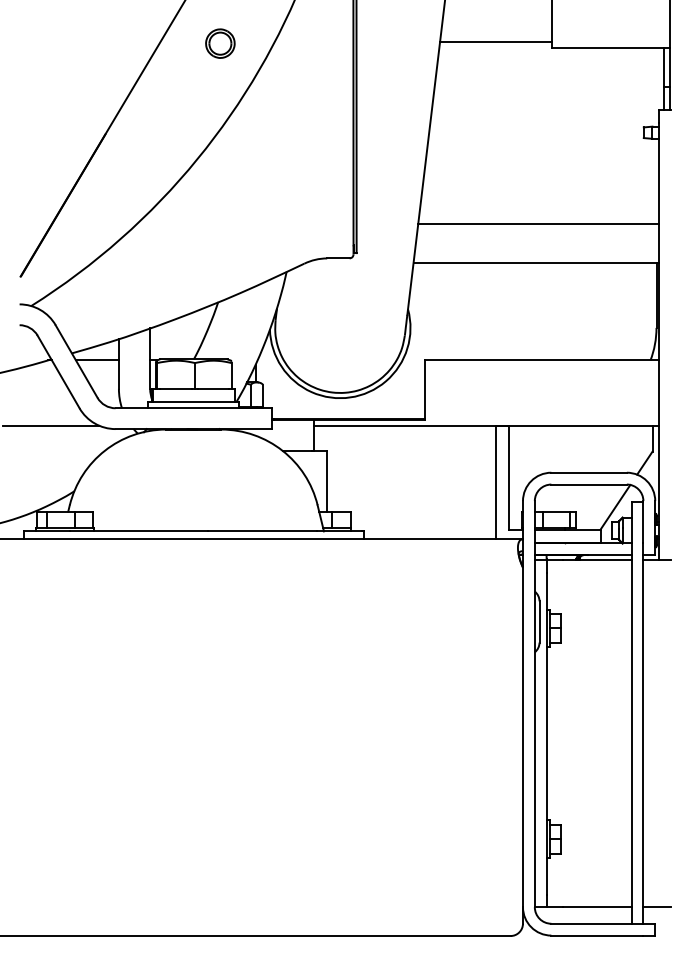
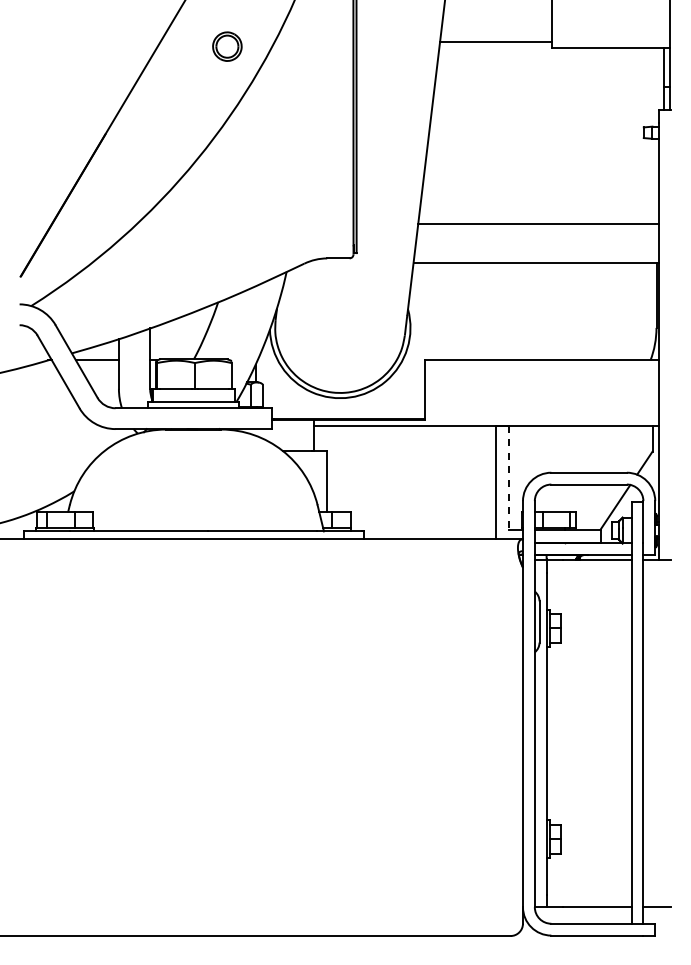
part at (220, 43) position: (220, 43) -> (227, 46)
line at (50, 425): present -> none
line at (509, 478): solid -> dashed
